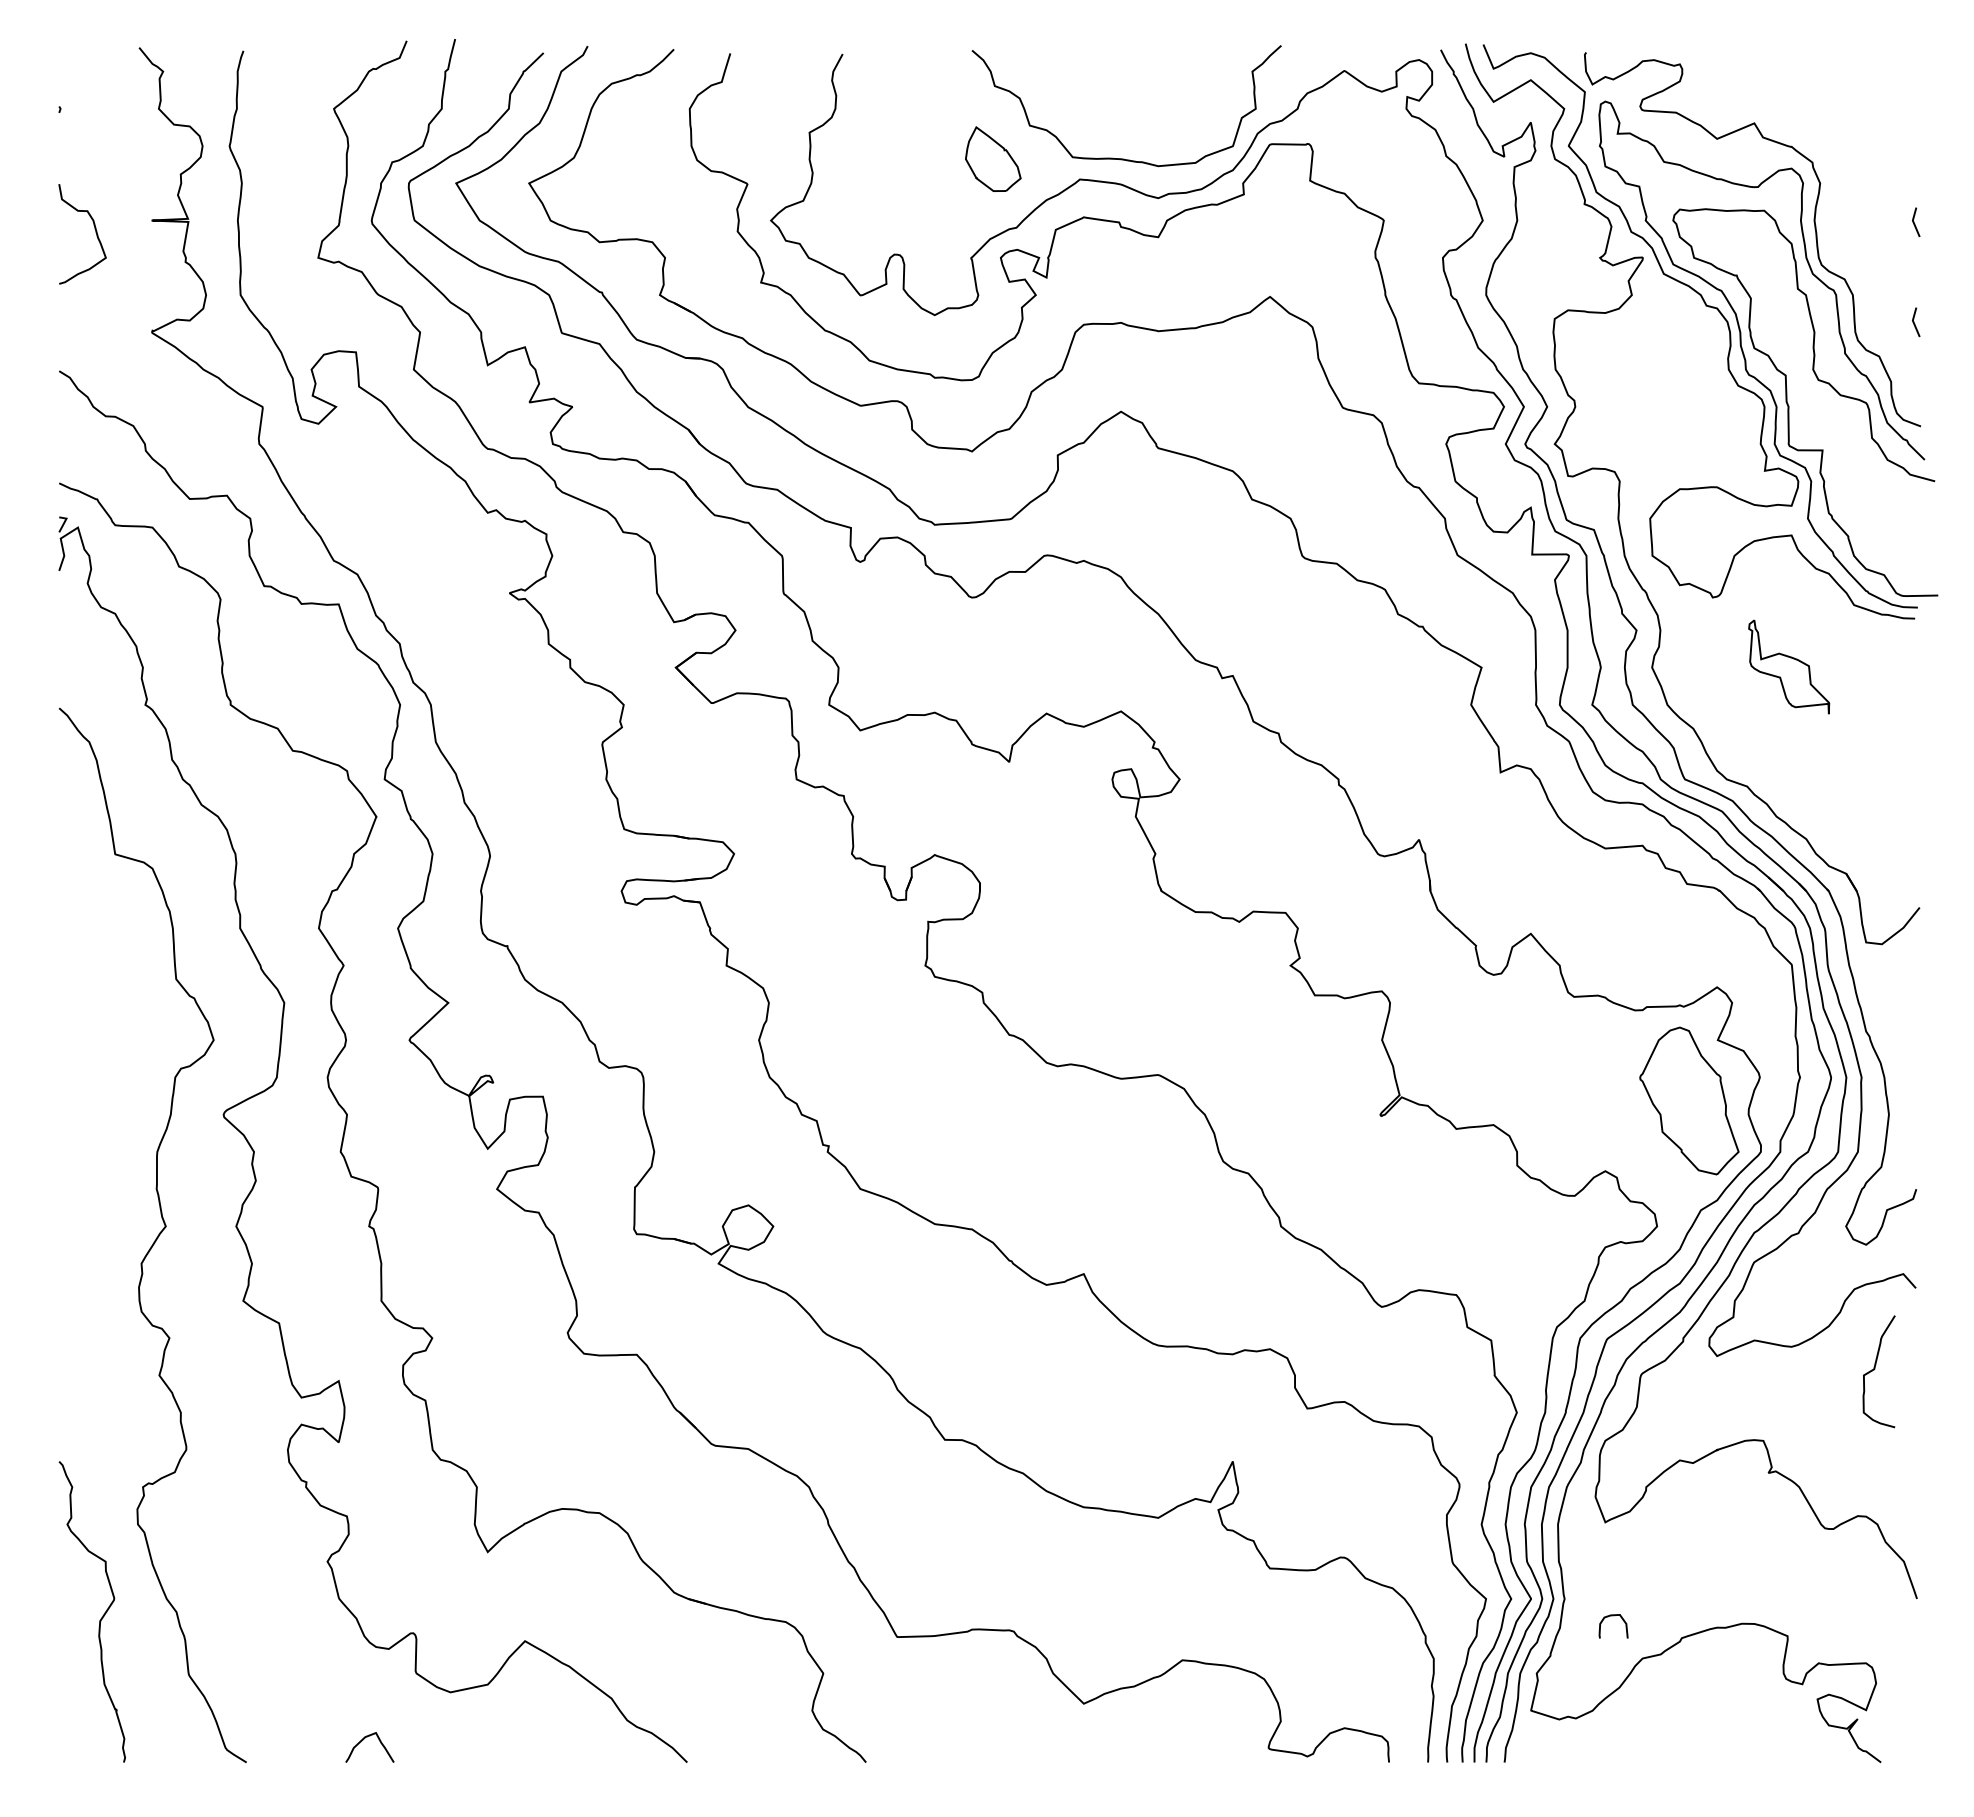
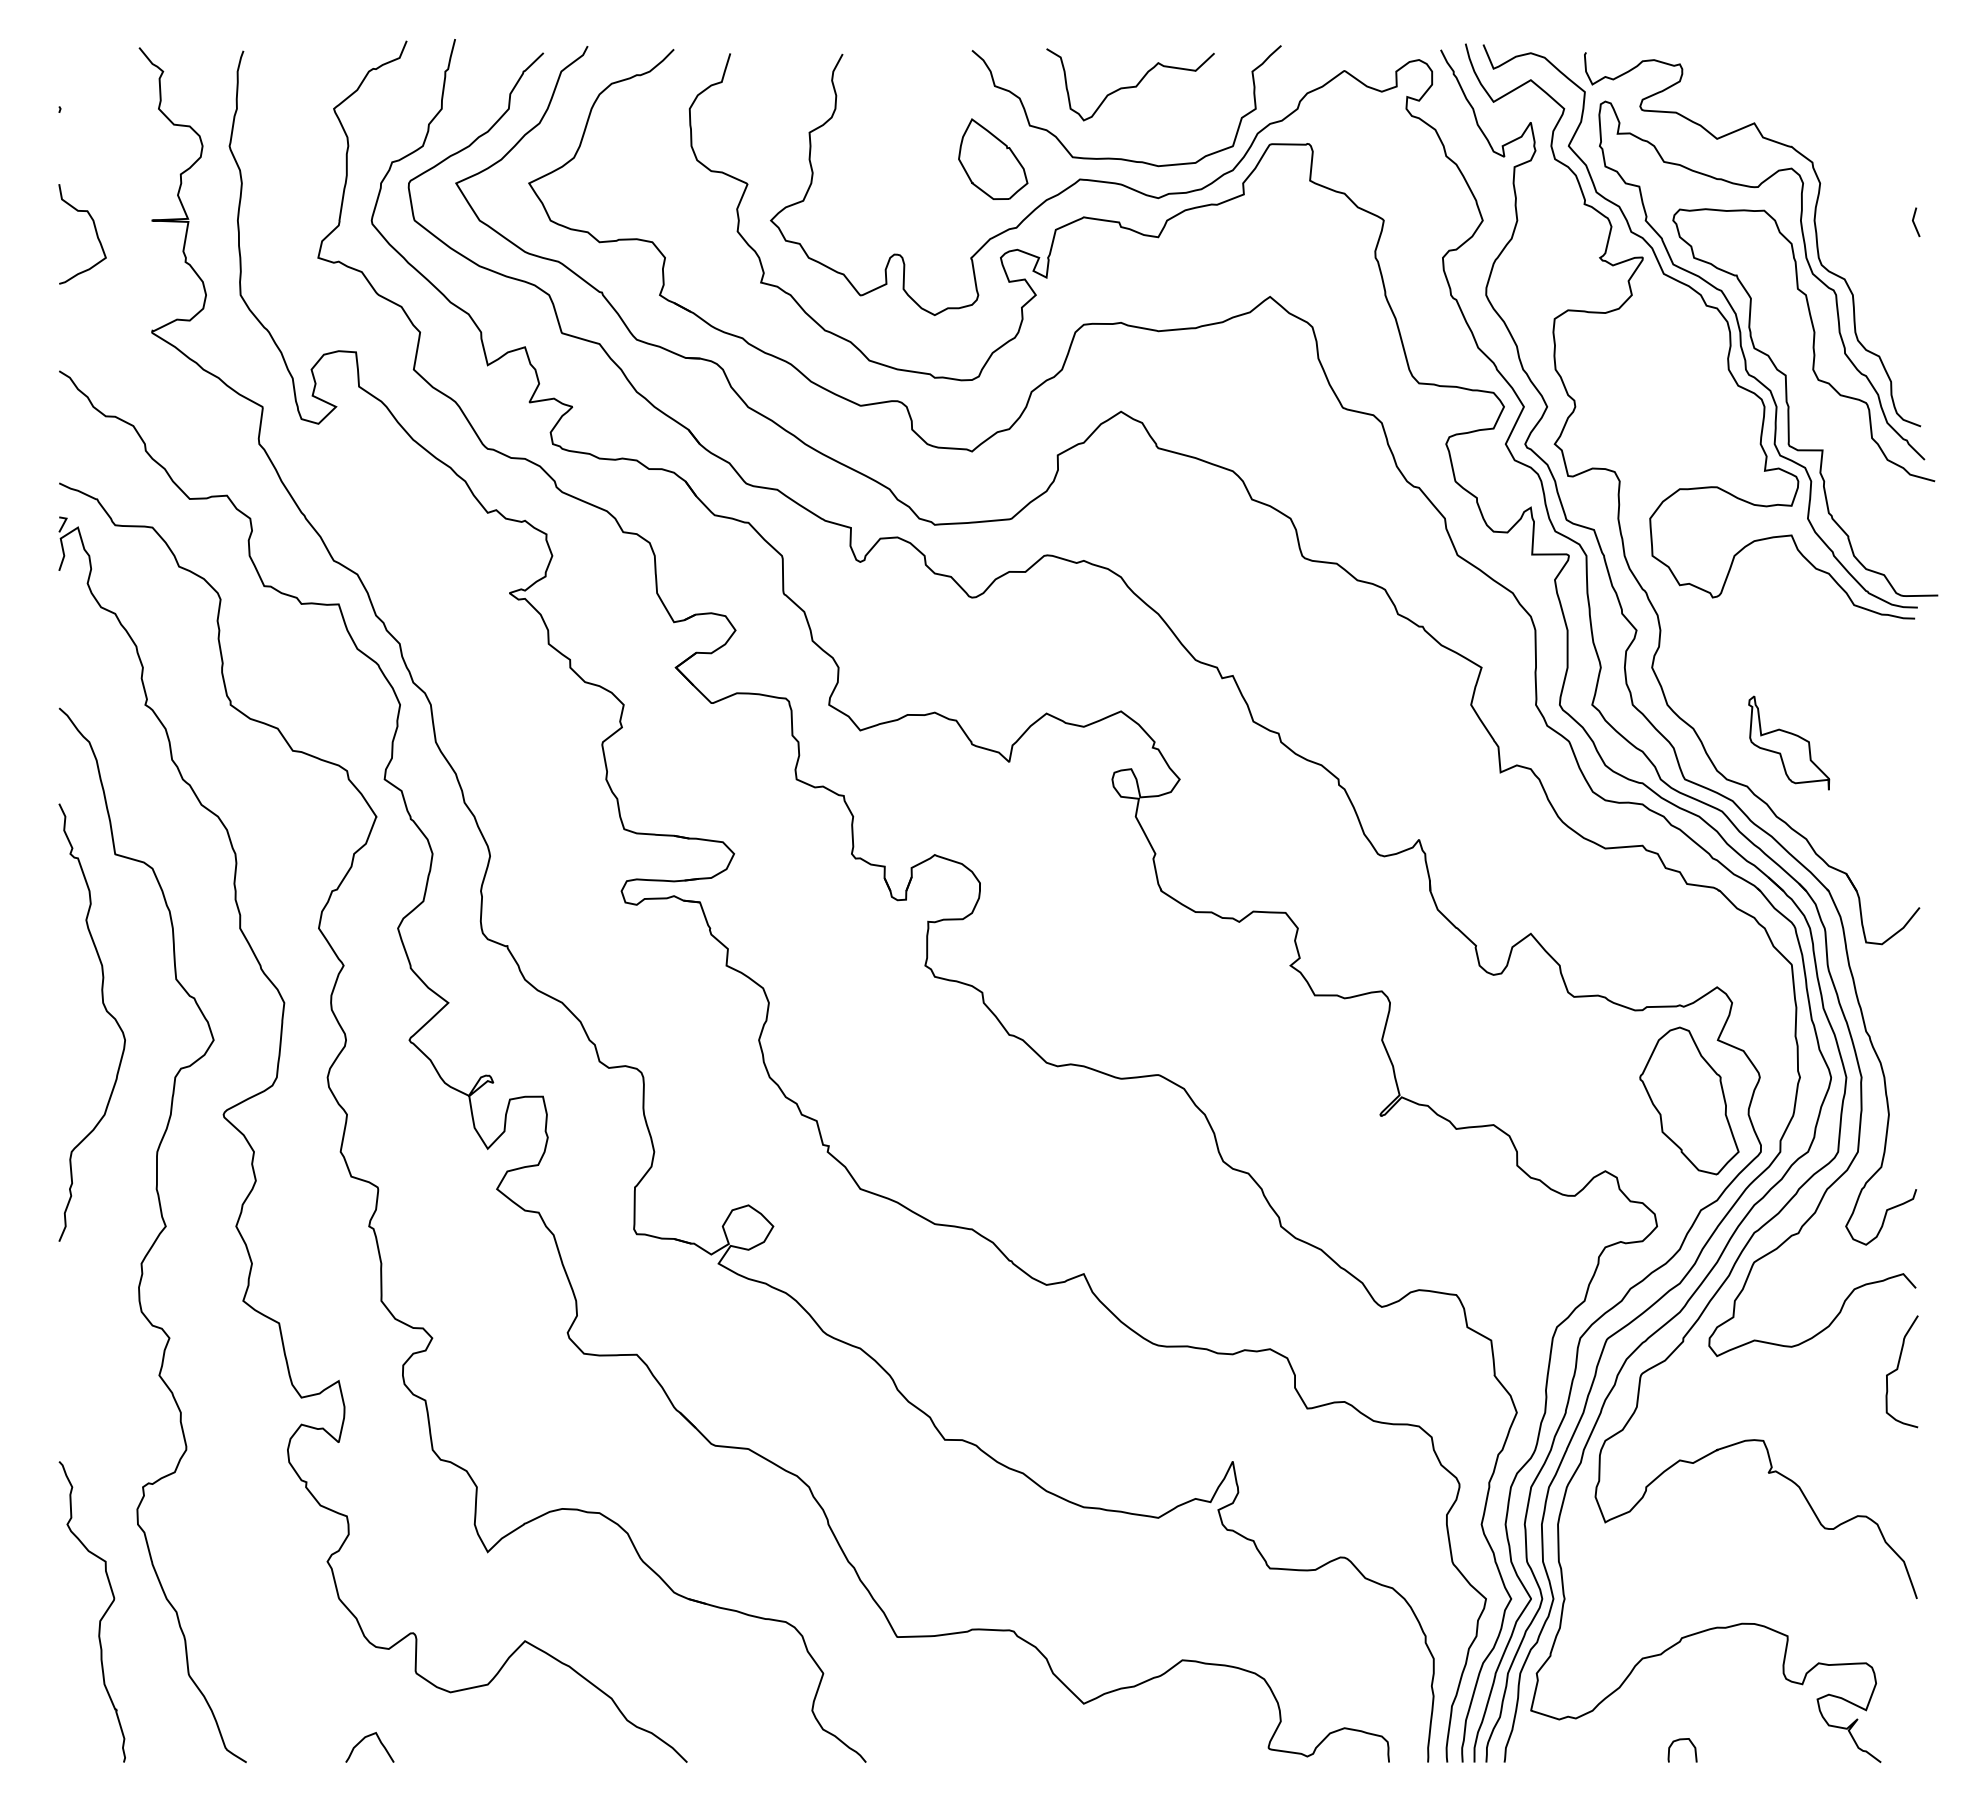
curve at (1130, 86): none -> present
part at (993, 158) size: 57x66 px -> 71x82 px
line at (1914, 322): present -> none
part at (1789, 666) position: (1789, 666) -> (1789, 742)
curve at (106, 1012): none -> present
curve at (1875, 1369) position: (1875, 1369) -> (1898, 1369)
curve at (1613, 1616) position: (1613, 1616) -> (1682, 1740)
